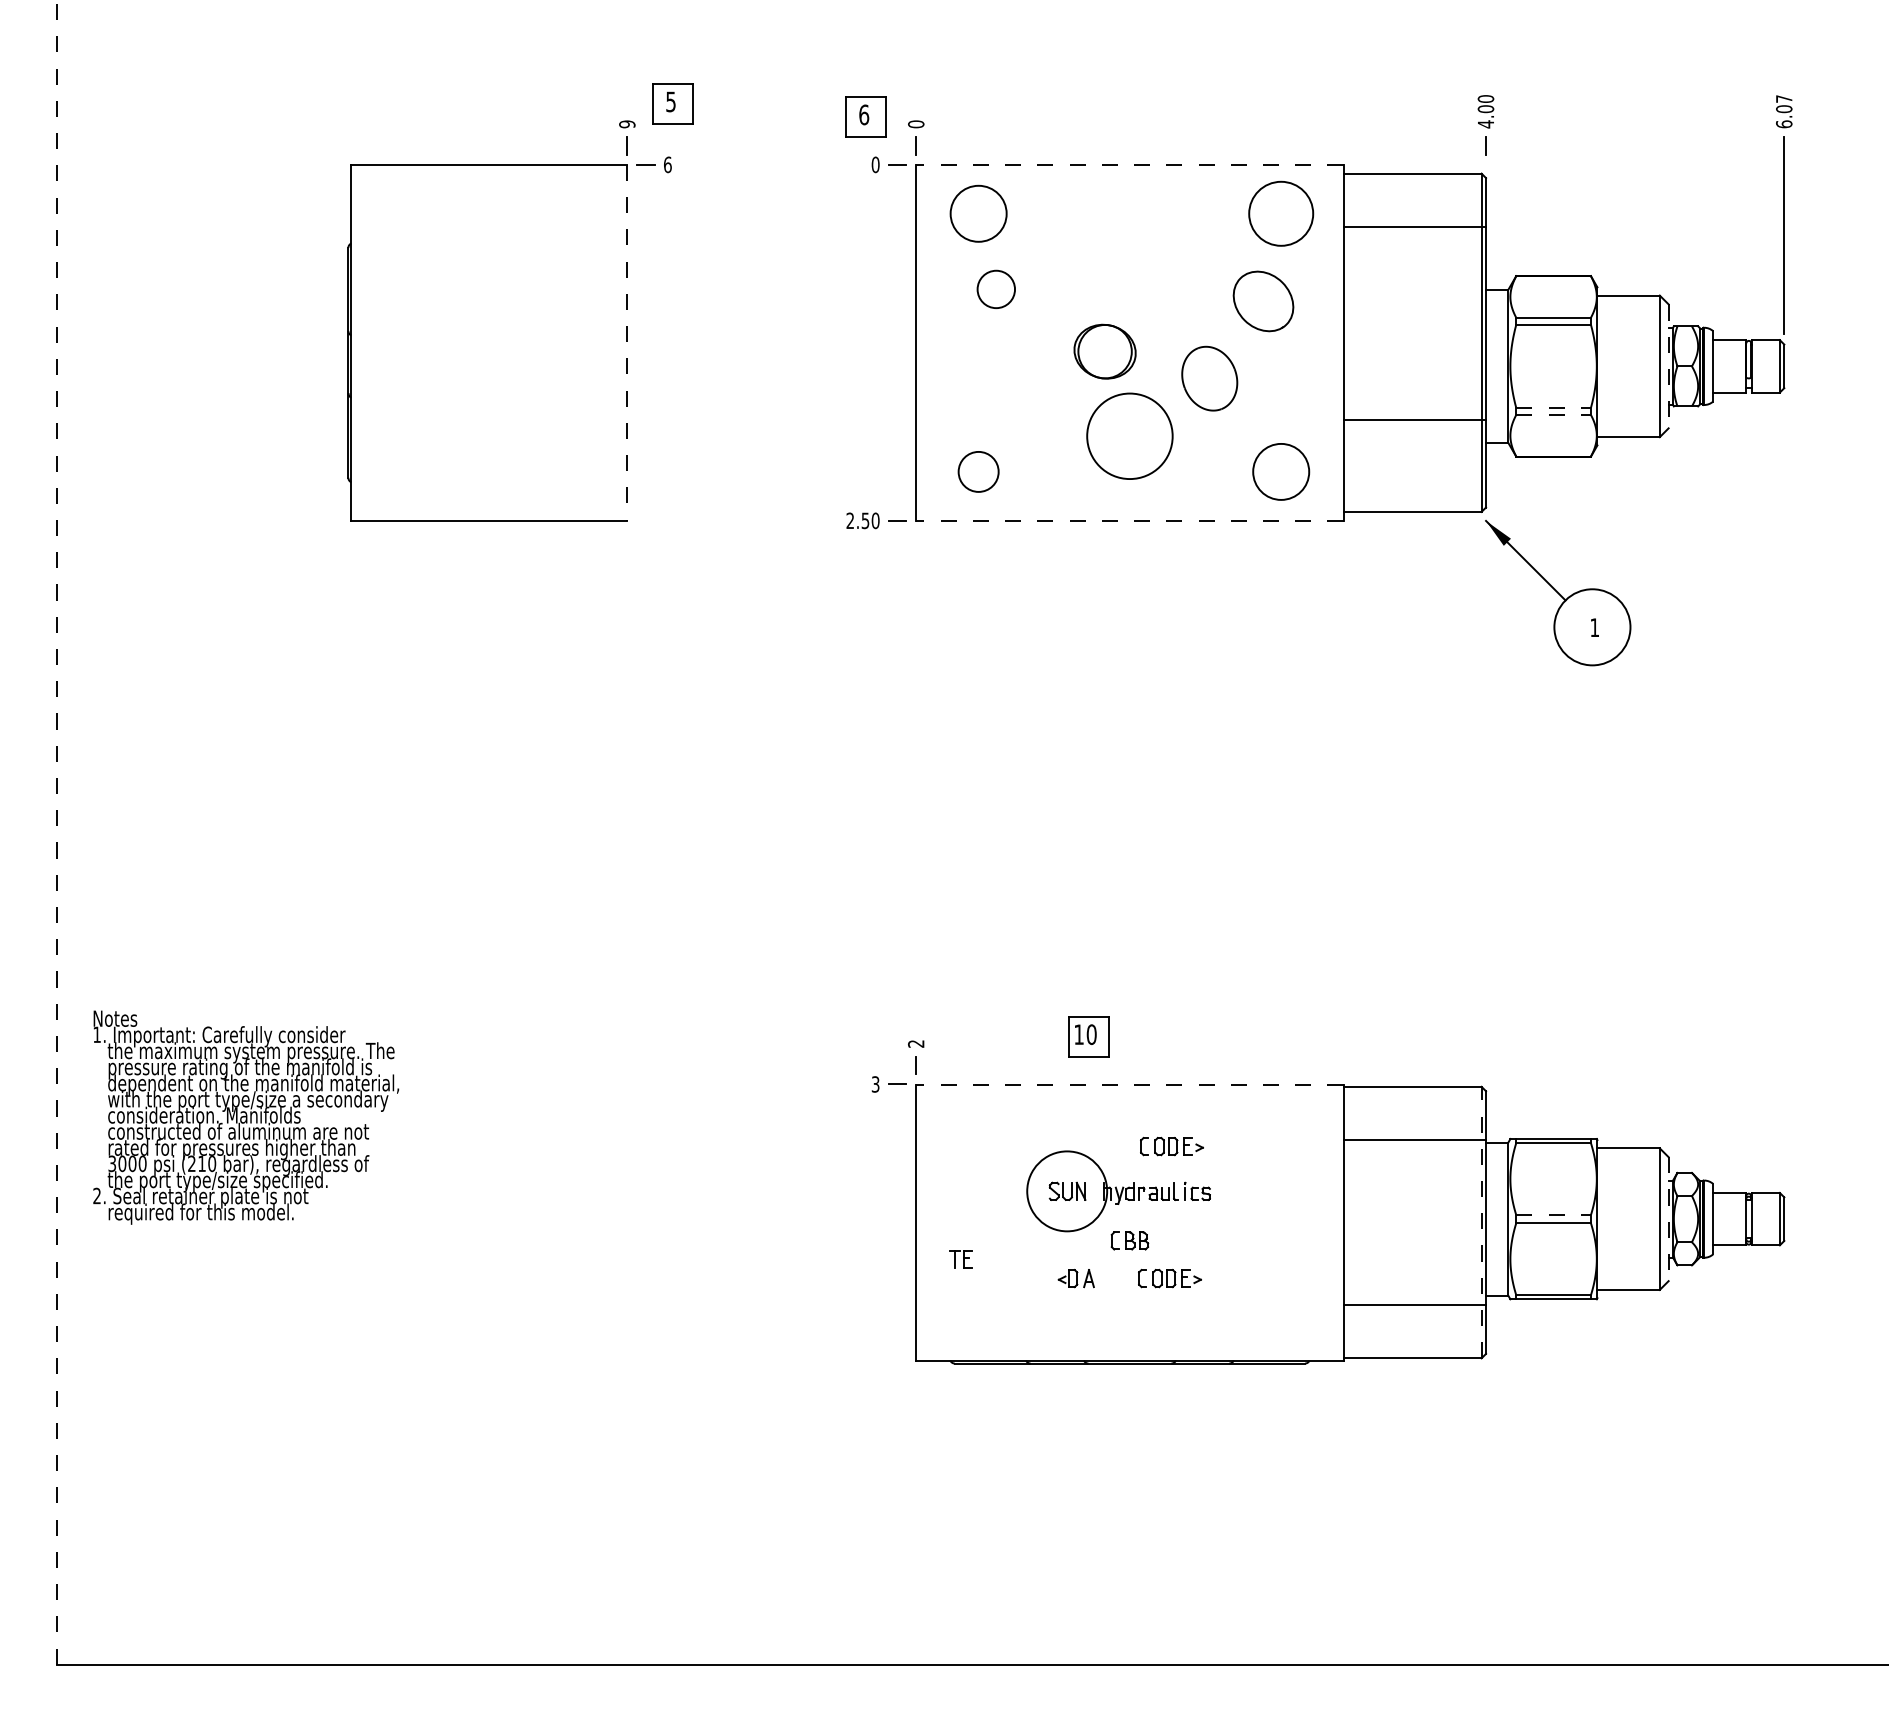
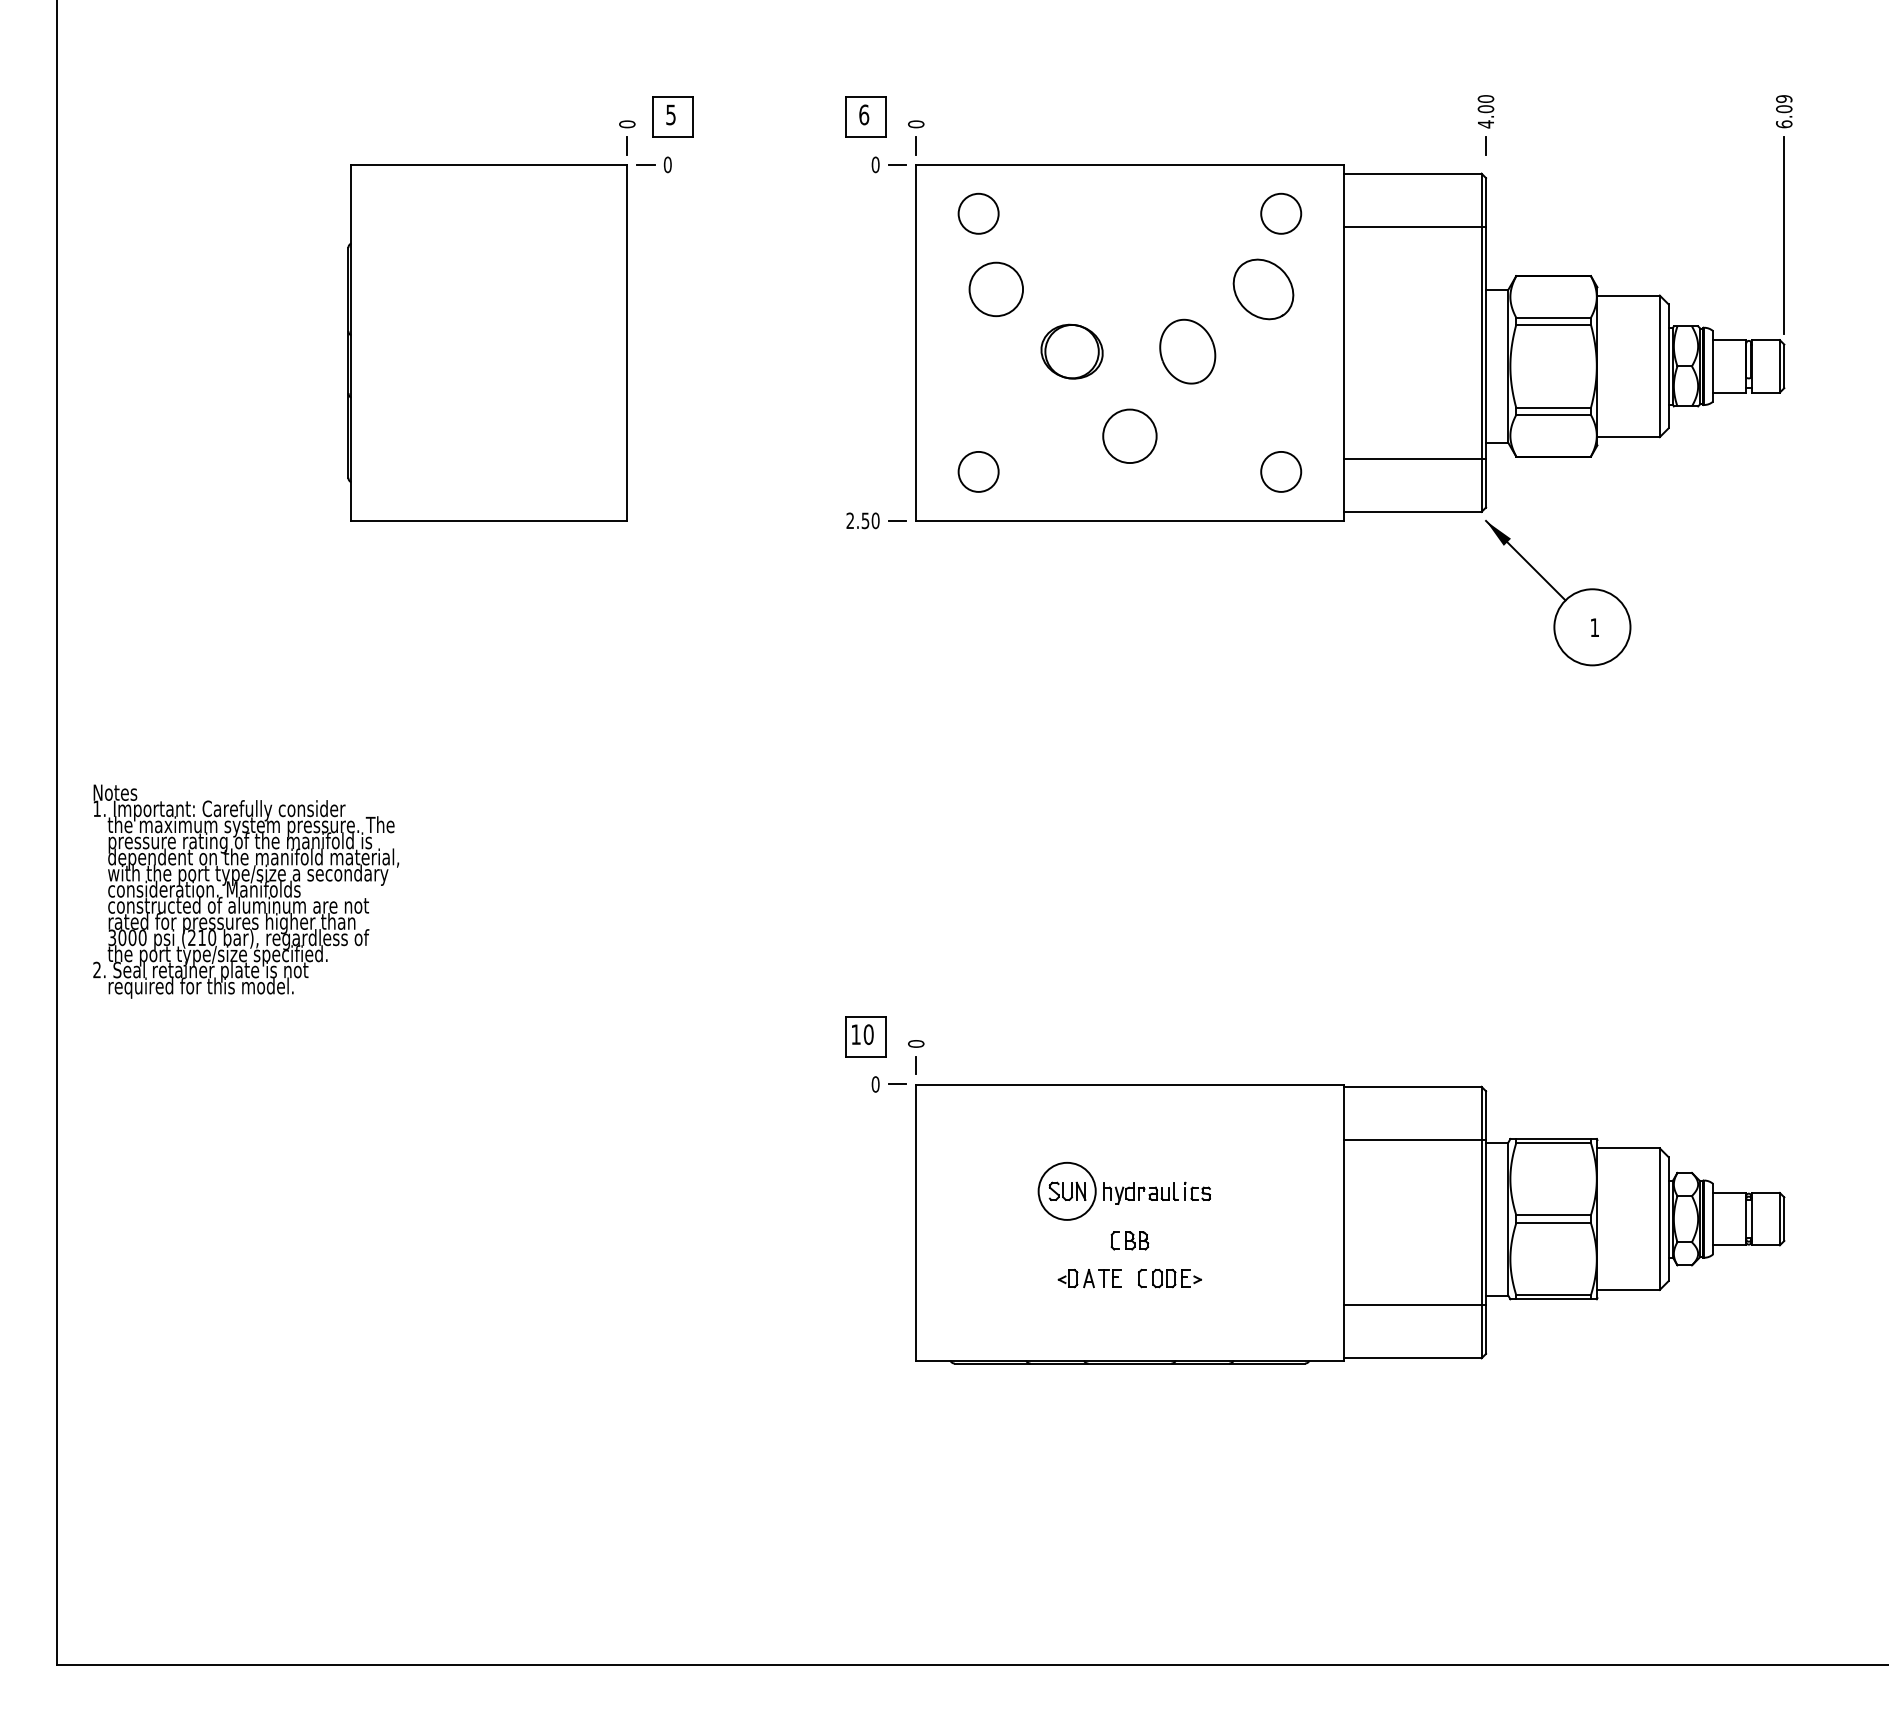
text at (1784, 99): 6.07 -> 6.09
part at (672, 103) position: (672, 103) -> (672, 116)
text at (627, 124): 9 -> 0
text at (667, 164): 6 -> 0
line at (1129, 164): dashed -> solid
circle at (978, 213) diameter: 56 px -> 40 px
circle at (1281, 213) diameter: 64 px -> 40 px
circle at (996, 289) diameter: 37 px -> 53 px
part at (1263, 301) position: (1263, 301) -> (1263, 289)
line at (627, 343): dashed -> solid
part at (1104, 351) position: (1104, 351) -> (1071, 351)
line at (1668, 366): dashed -> solid
part at (1209, 378) position: (1209, 378) -> (1187, 351)
line at (1554, 408): dashed -> solid
line at (1554, 414): dashed -> solid
line at (1414, 419) position: (1414, 419) -> (1414, 458)
circle at (1129, 436) diameter: 85 px -> 53 px
circle at (1281, 471) diameter: 56 px -> 40 px
line at (1129, 520): dashed -> solid
line at (56, 832): dashed -> solid
part at (1088, 1036) position: (1088, 1036) -> (865, 1036)
text at (916, 1043): 2 -> 0
text at (875, 1084): 3 -> 0
line at (1129, 1084): dashed -> solid
text at (246, 1117) position: (246, 1117) -> (246, 891)
part at (1171, 1146): present -> none
circle at (1067, 1191) diameter: 80 px -> 57 px
line at (1554, 1215): dashed -> solid
line at (1668, 1219): dashed -> solid
line at (1481, 1222): dashed -> solid
part at (960, 1259) position: (960, 1259) -> (1109, 1278)
